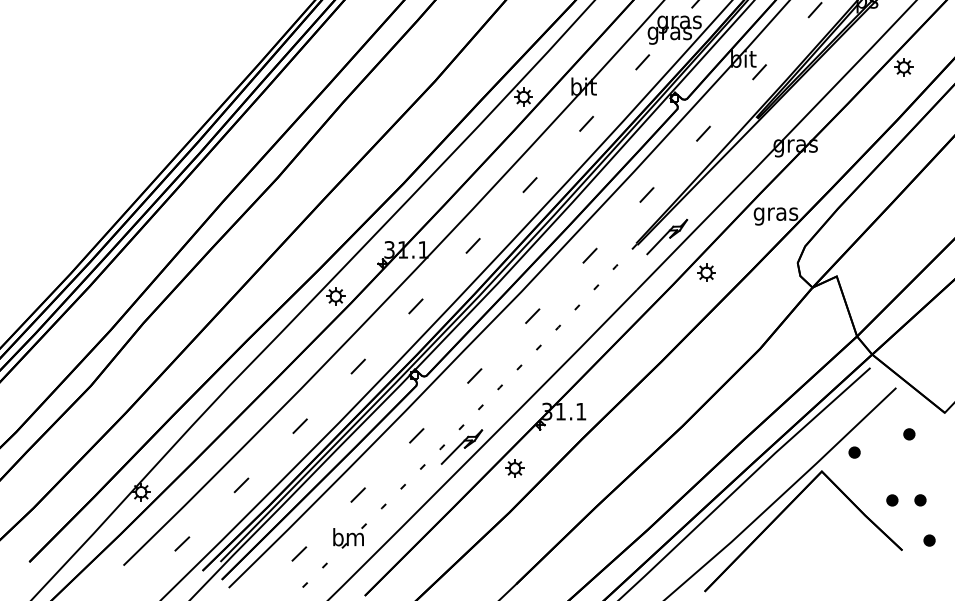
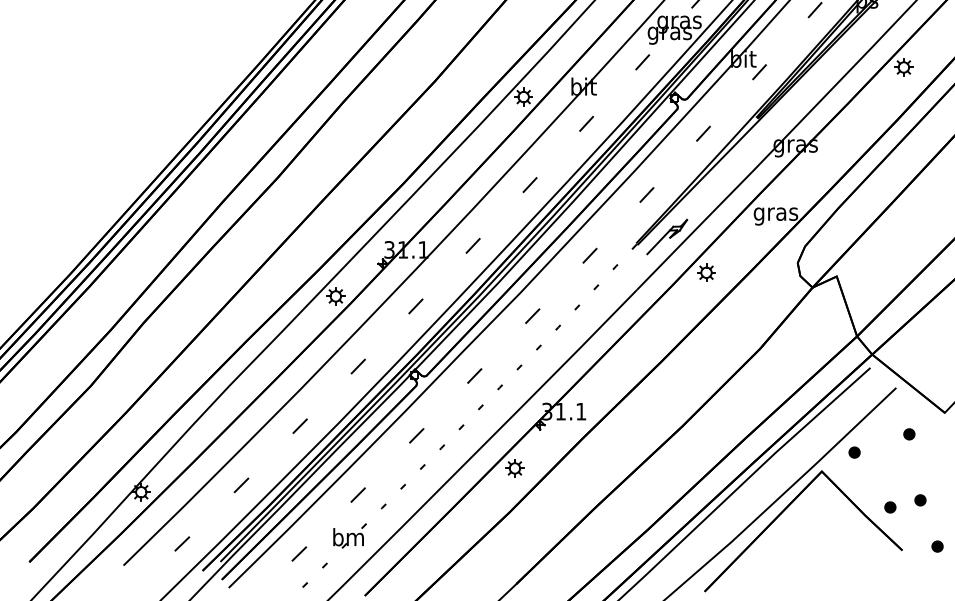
part at (461, 446): present -> none
part at (892, 500) position: (892, 500) -> (890, 507)
part at (929, 540) position: (929, 540) -> (937, 546)
